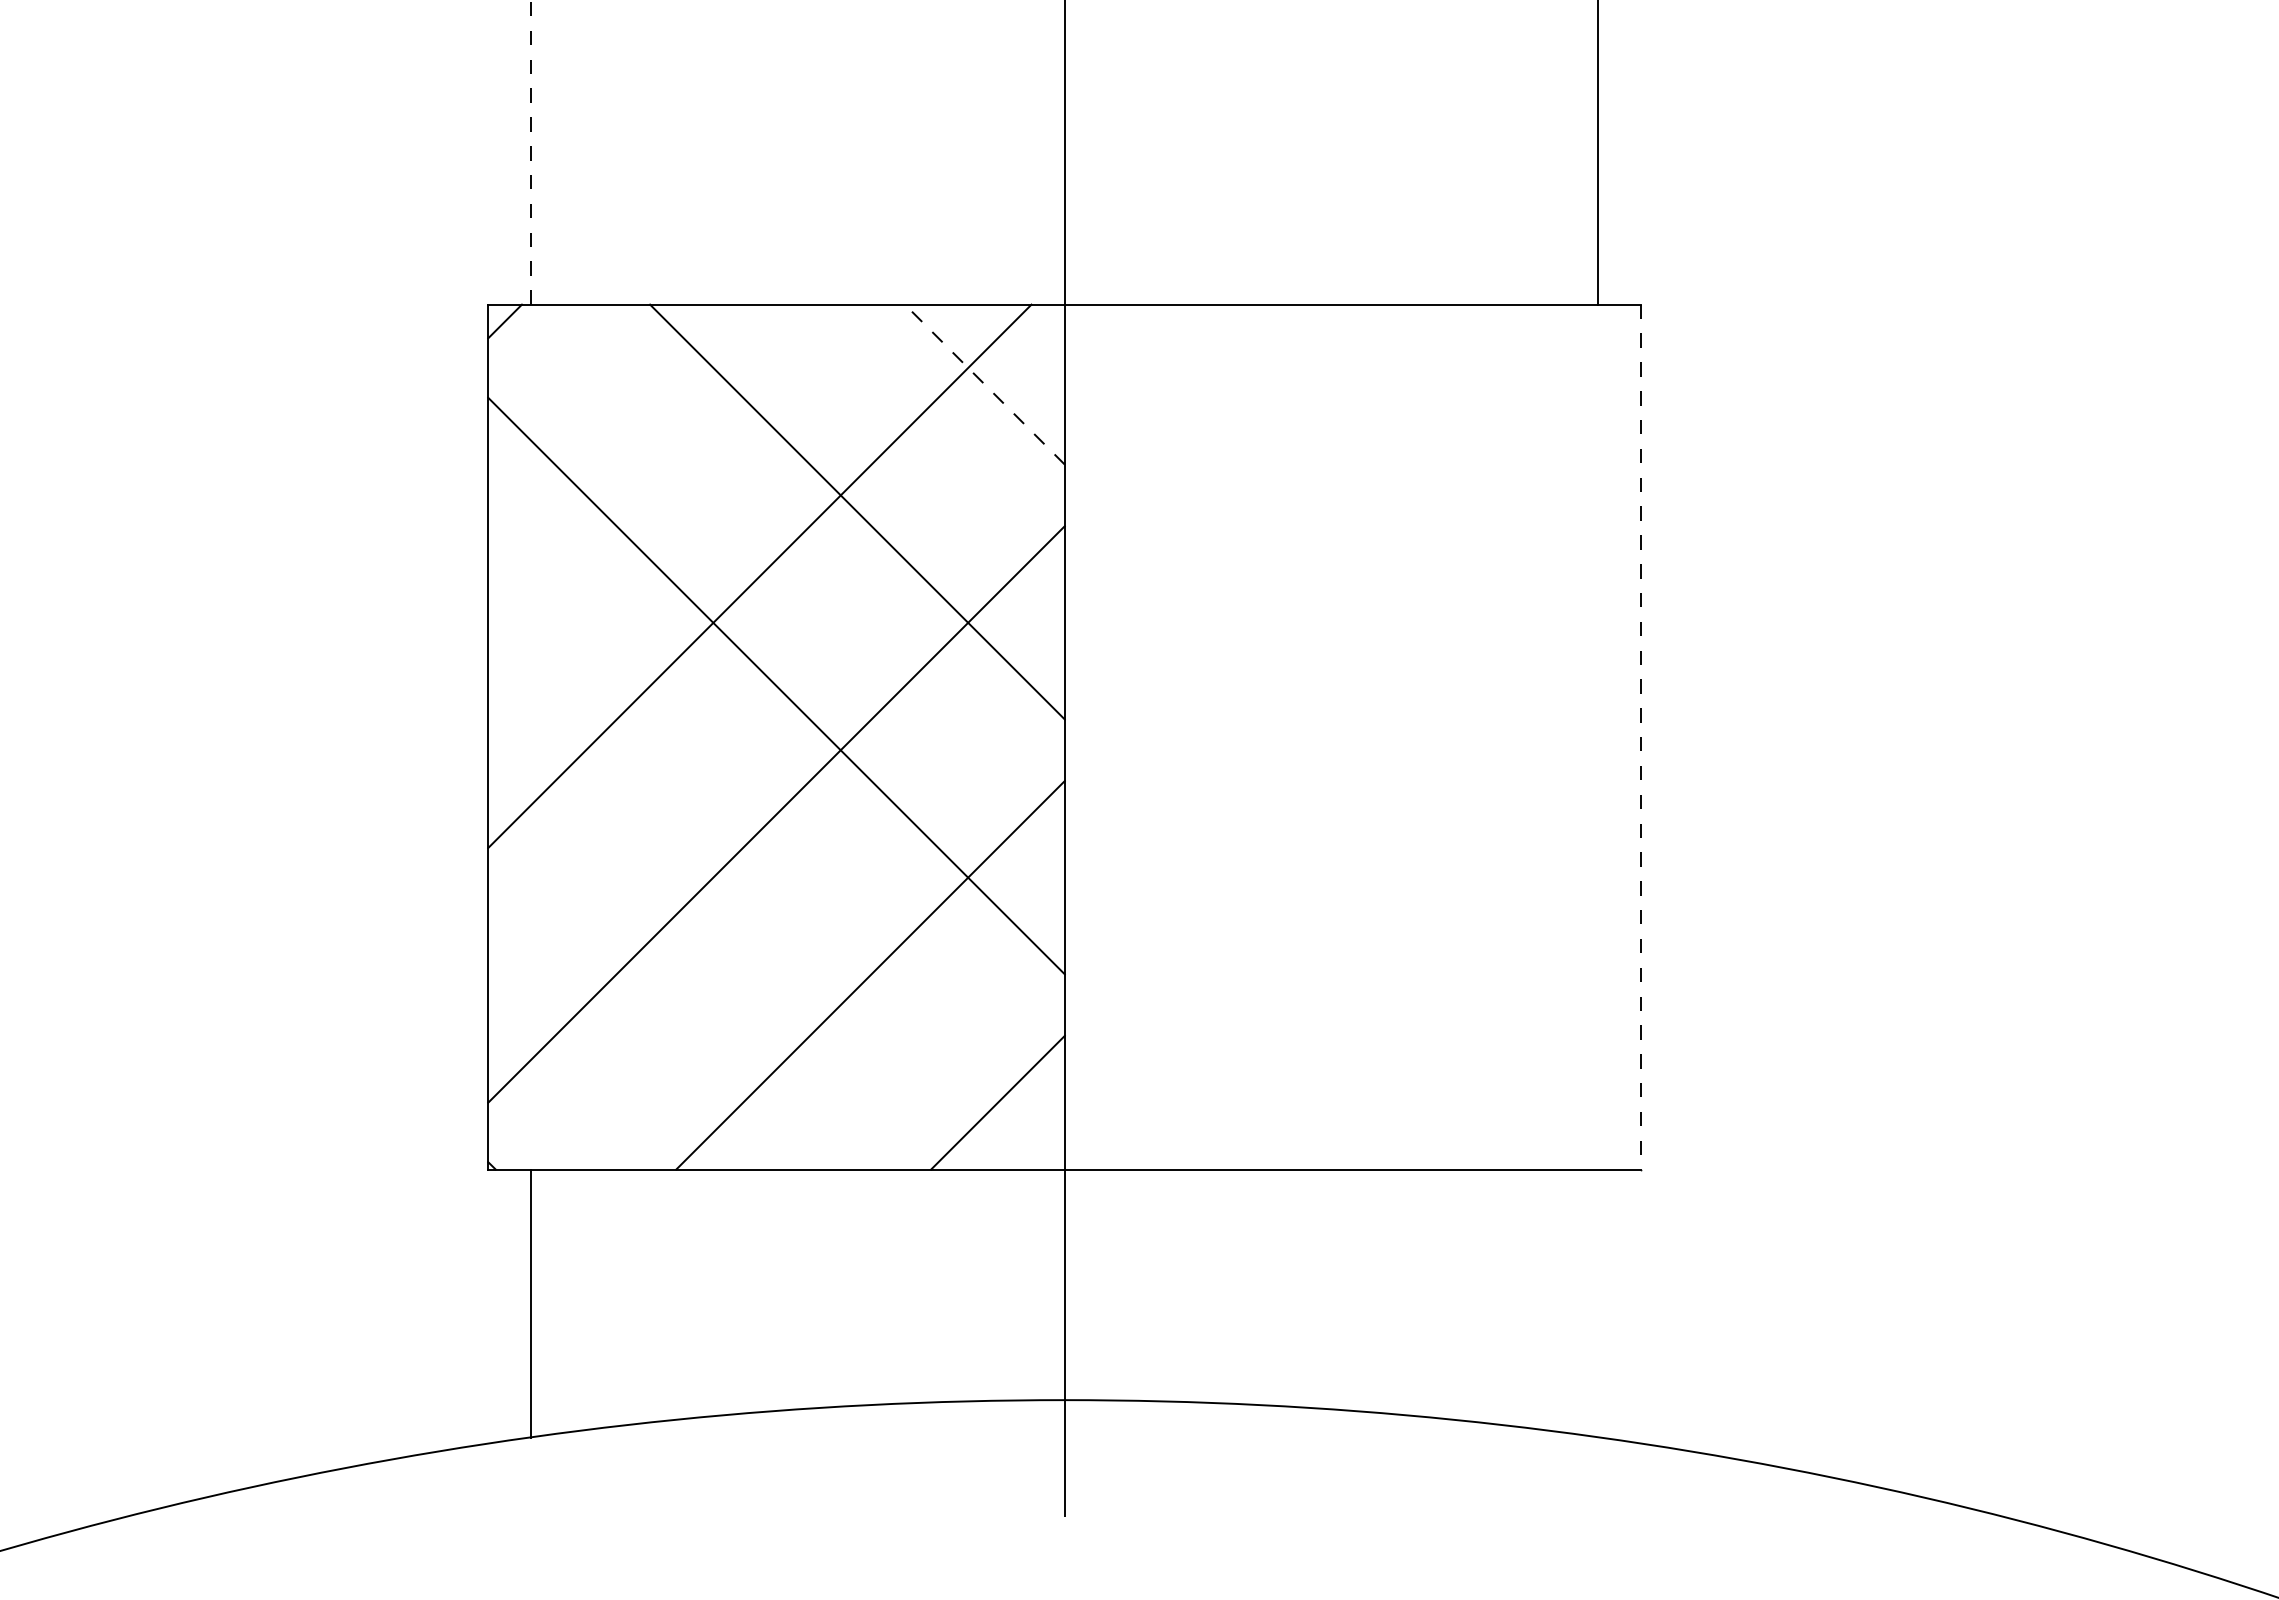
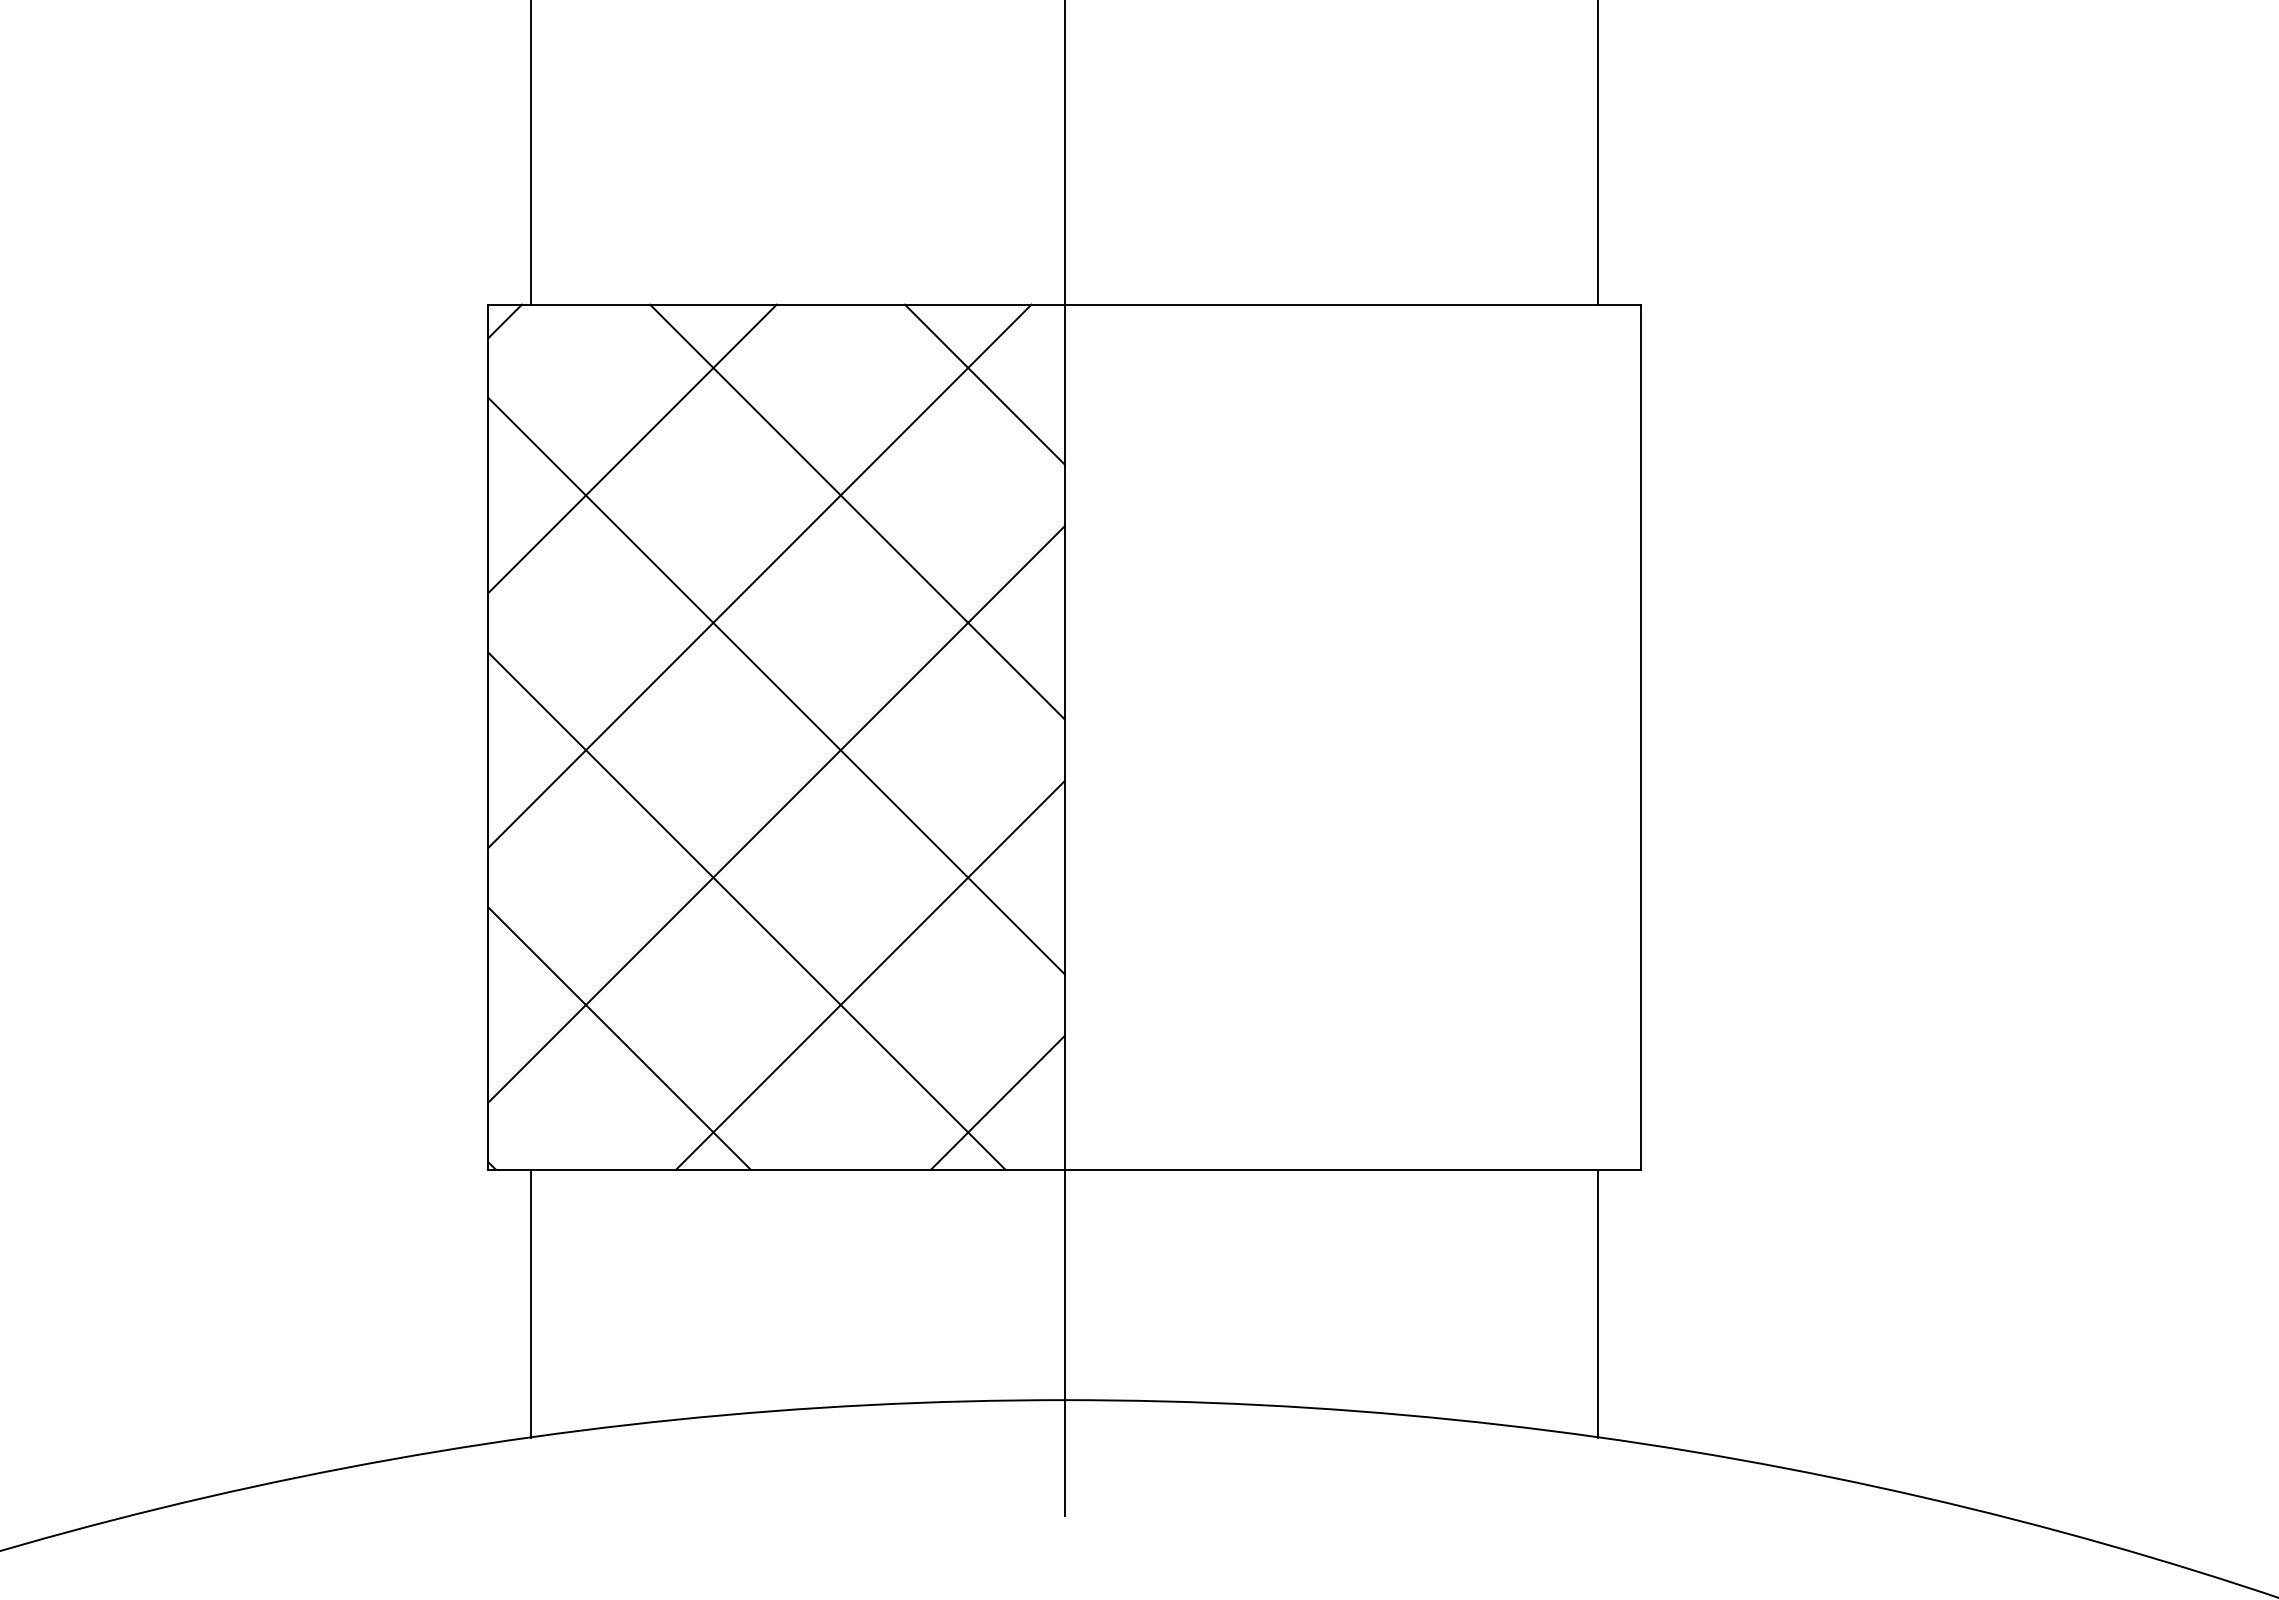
line at (531, 152): dashed -> solid
line at (984, 384): dashed -> solid
line at (632, 448): none -> present
line at (1641, 737): dashed -> solid
line at (746, 910): none -> present
line at (619, 1038): none -> present
line at (1598, 1303): none -> present
